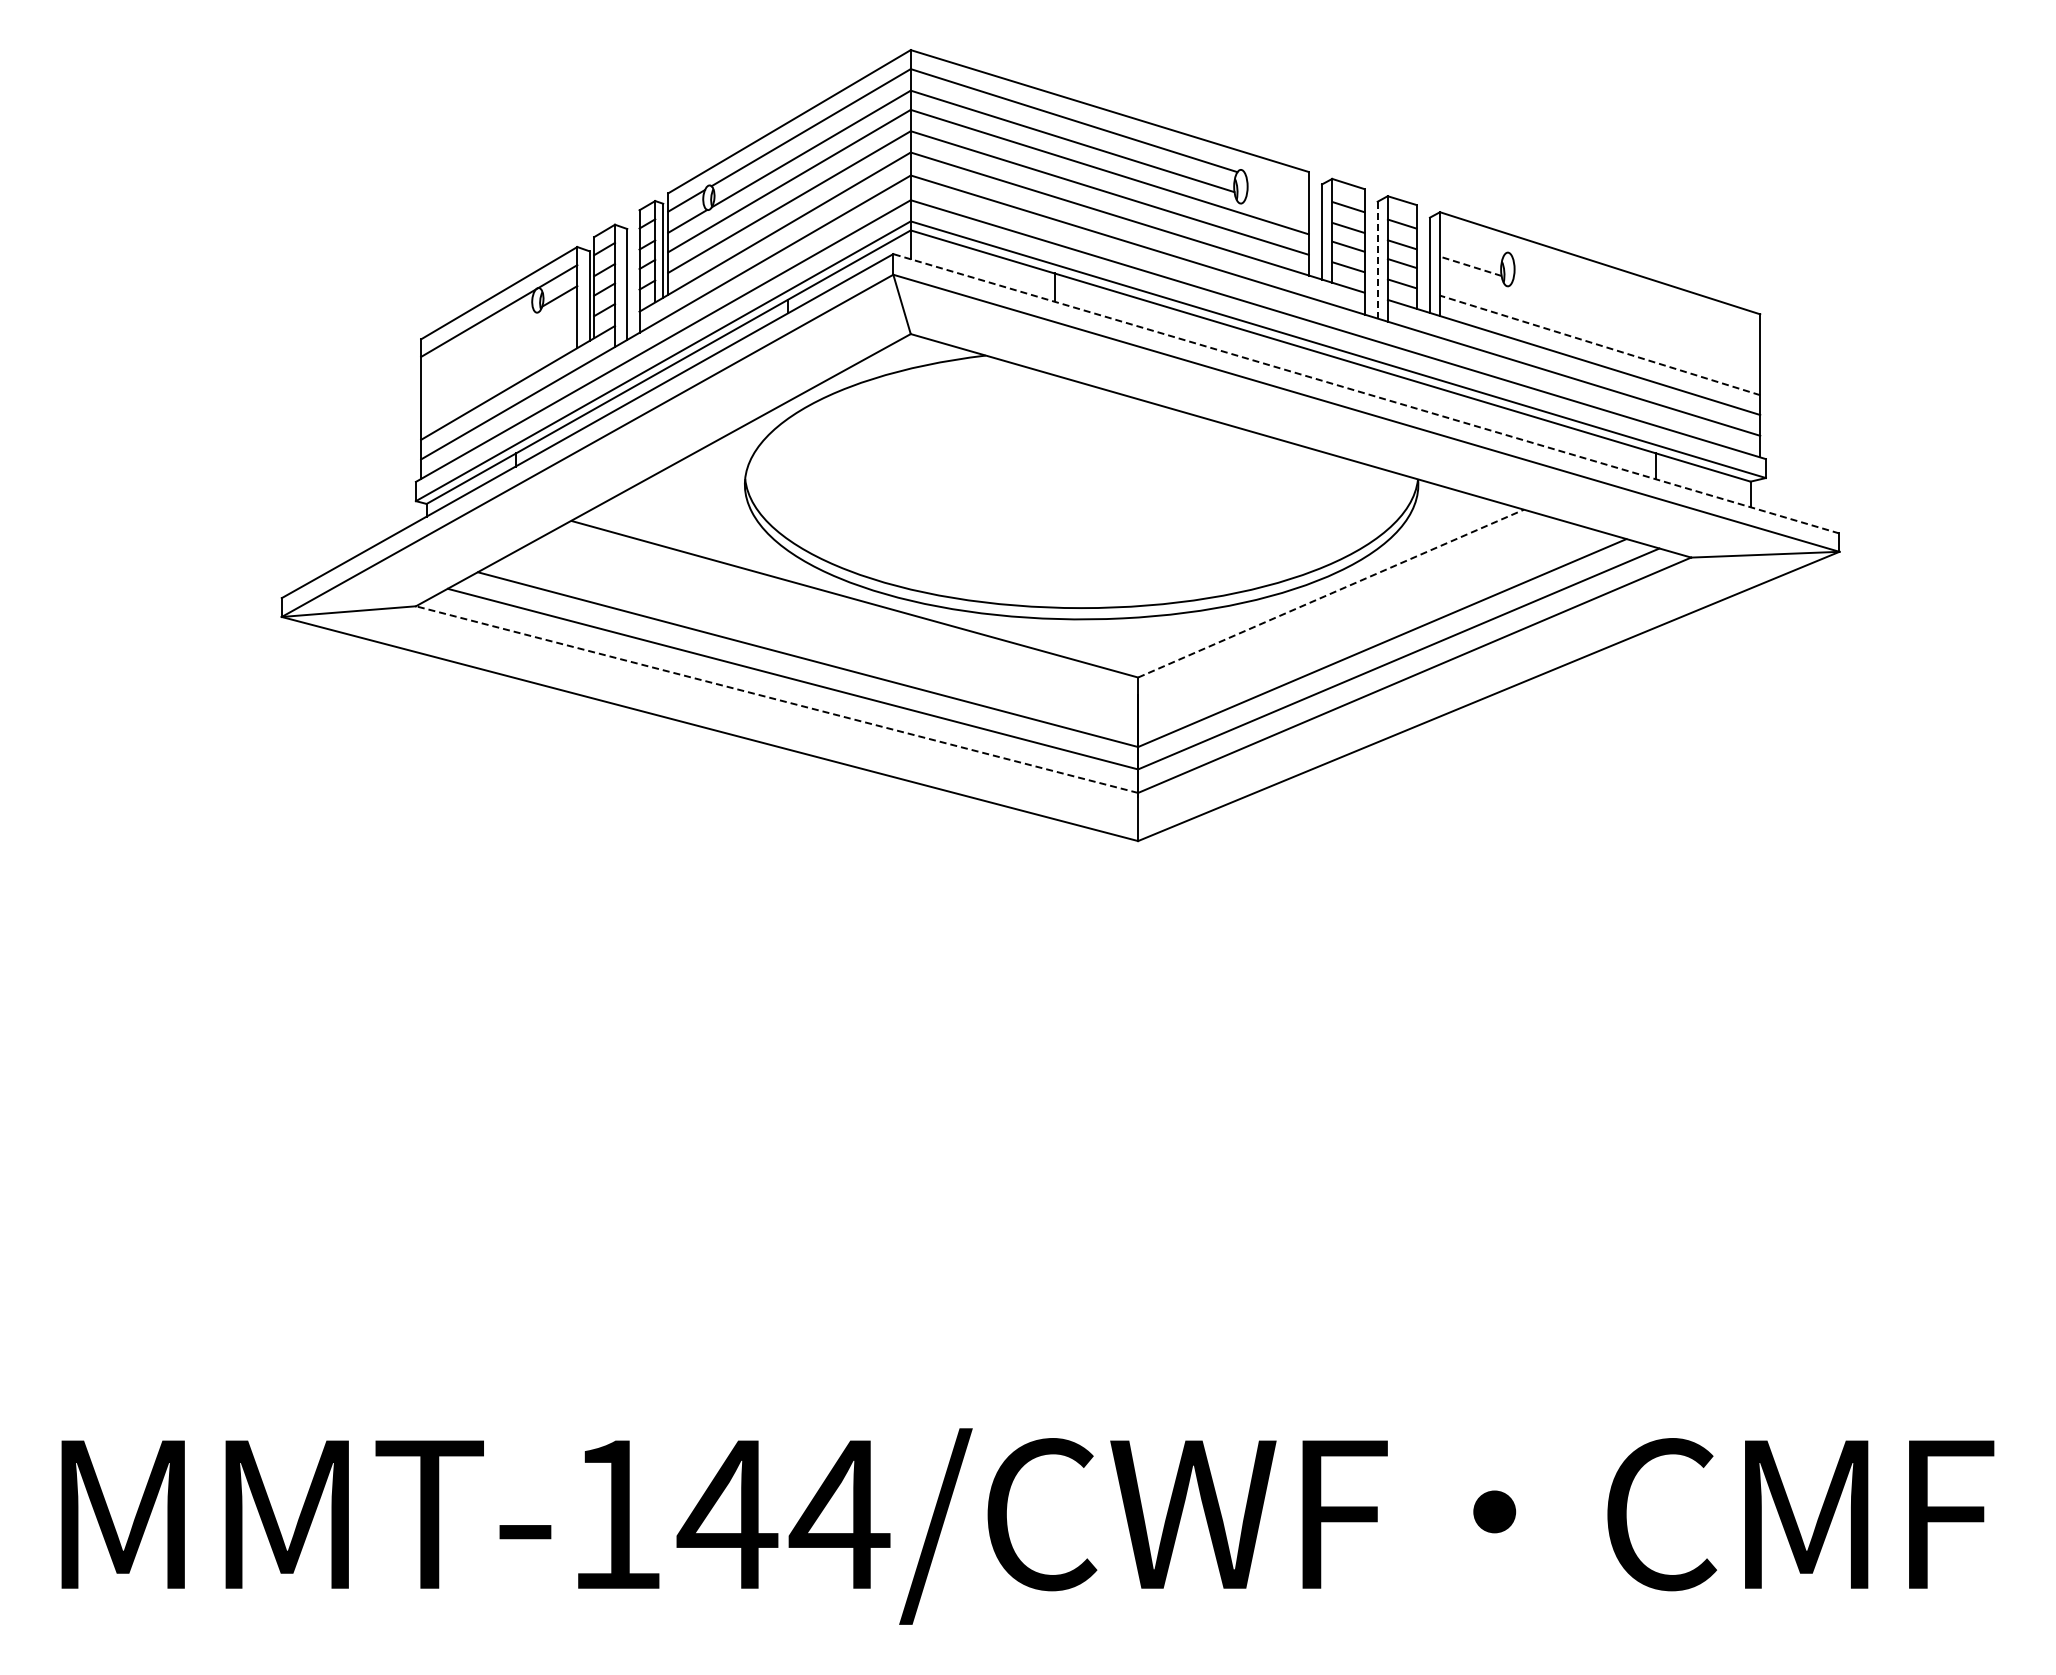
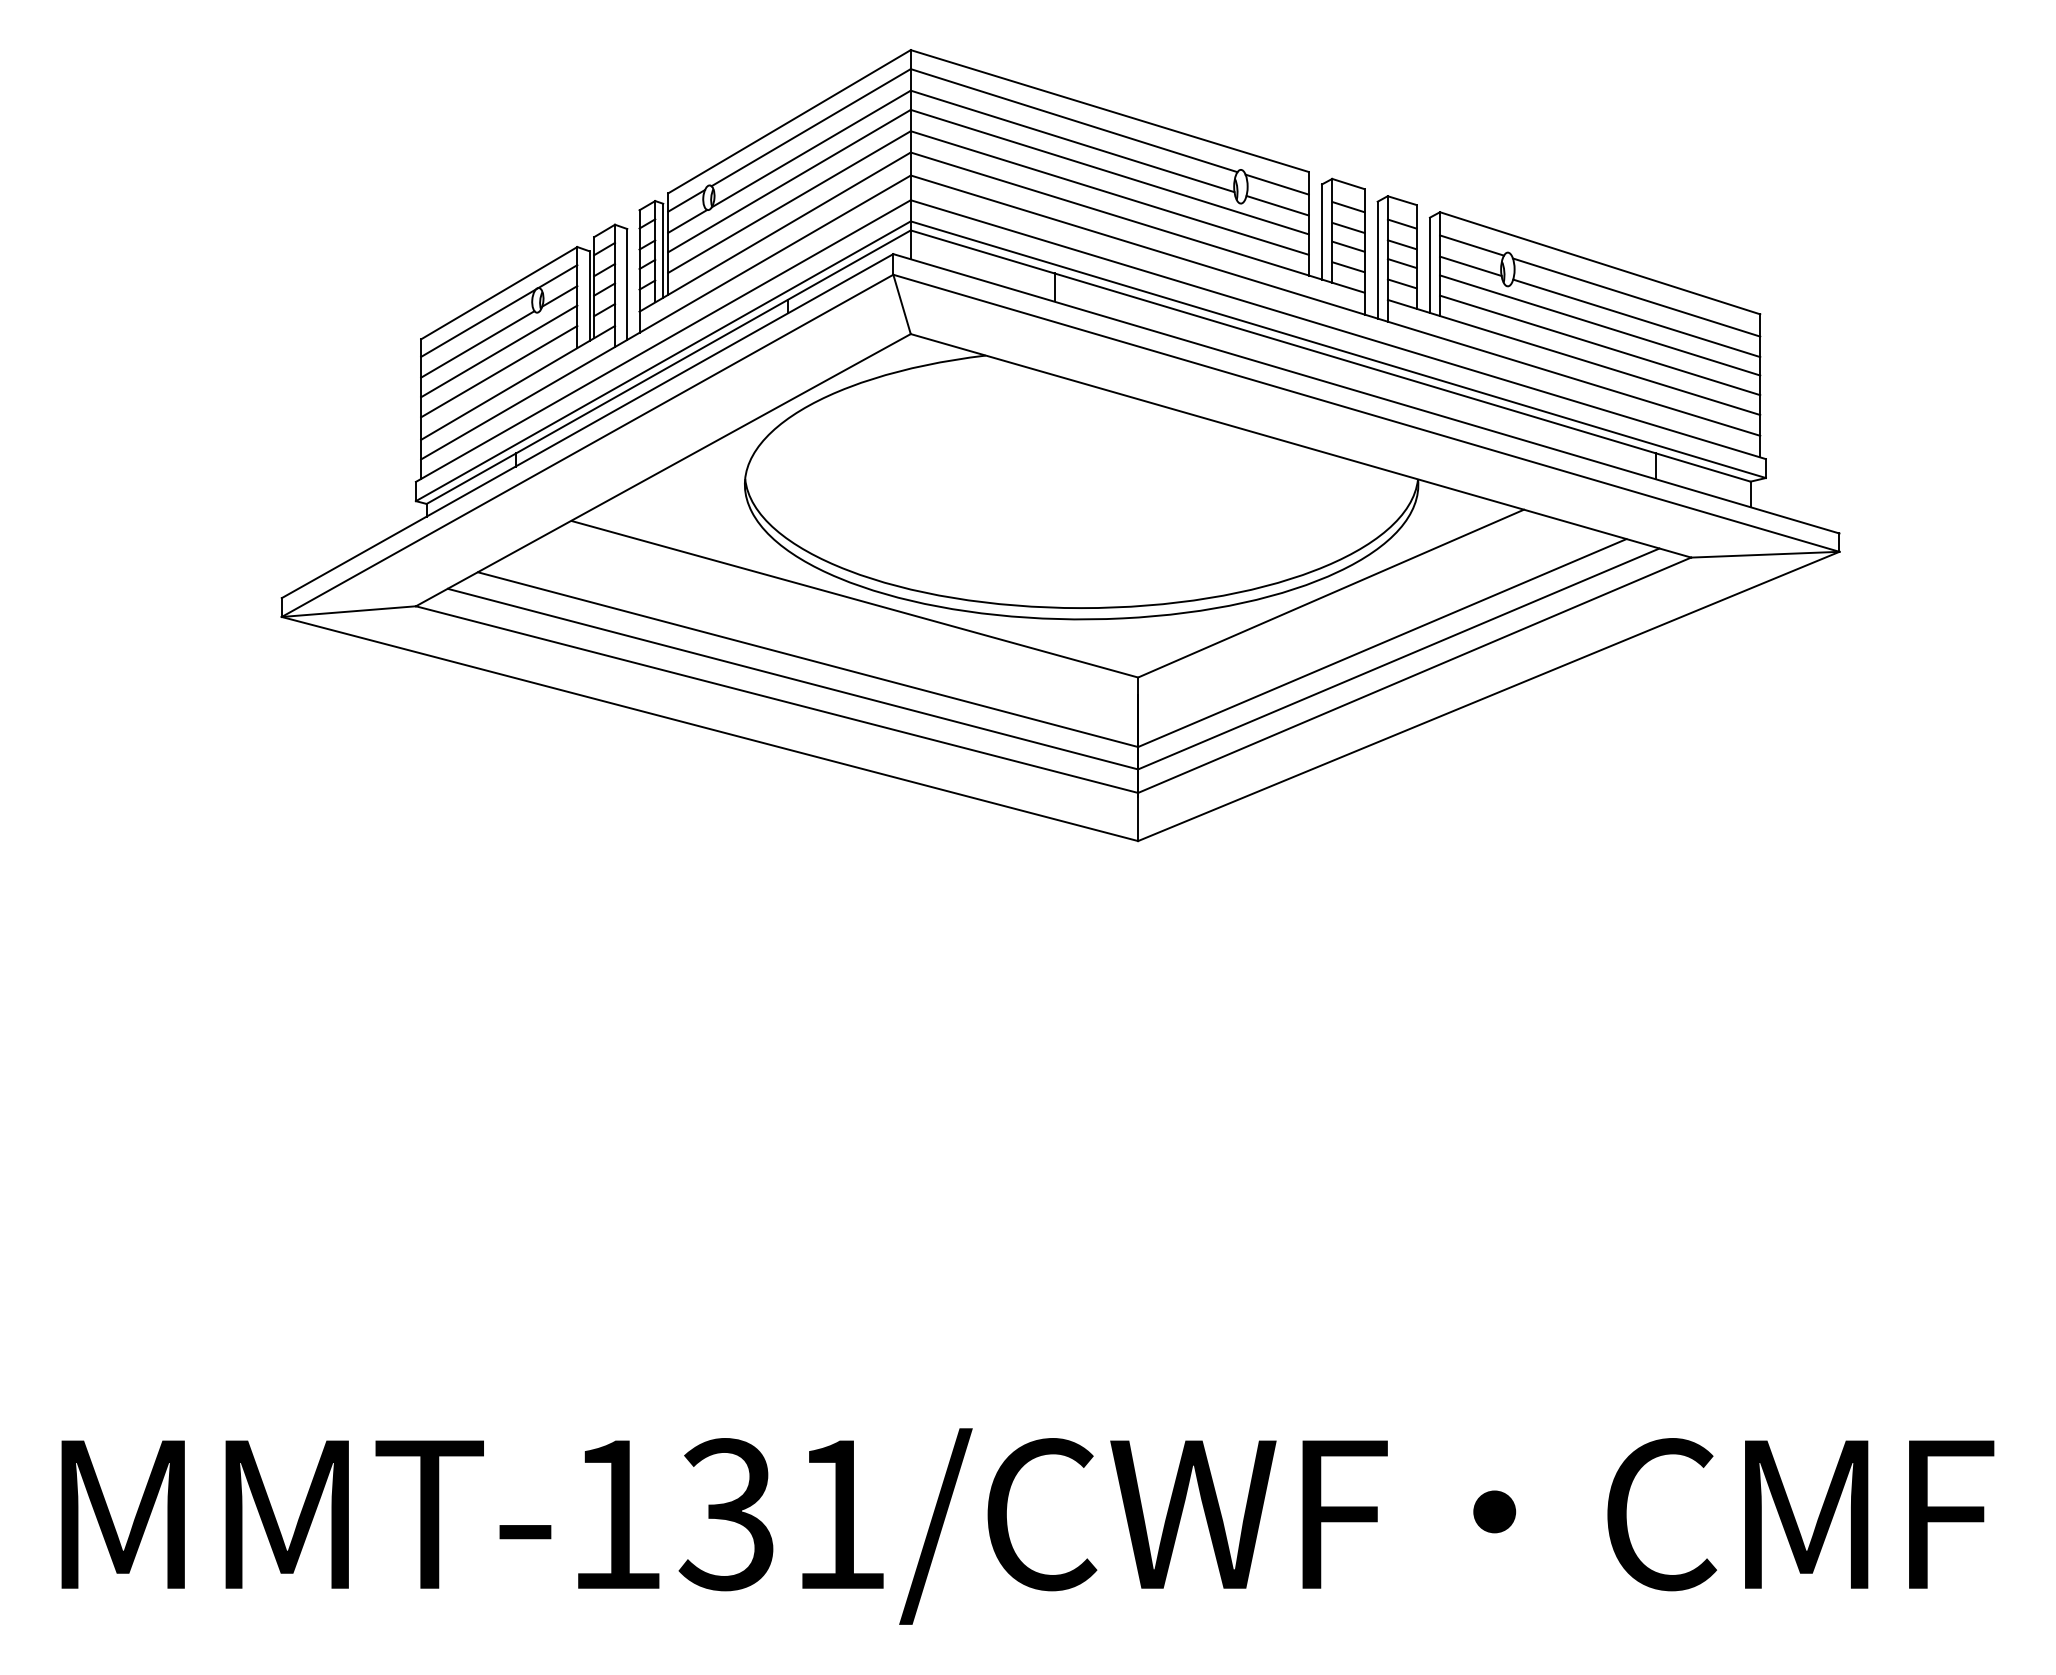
line at (1276, 184): none -> present
line at (1277, 205): none -> present
line at (1472, 245): none -> present
line at (1377, 260): dashed -> solid
line at (1470, 266): dashed -> solid
line at (1636, 297): none -> present
line at (1636, 318): none -> present
line at (1600, 325): none -> present
line at (477, 344): none -> present
line at (1600, 345): dashed -> solid
line at (499, 351): none -> present
line at (499, 371): none -> present
line at (1365, 393): dashed -> solid
line at (1331, 593): dashed -> solid
line at (777, 699): dashed -> solid
text at (783, 1514): MMT-144/CWF -> MMT-131/CWF
